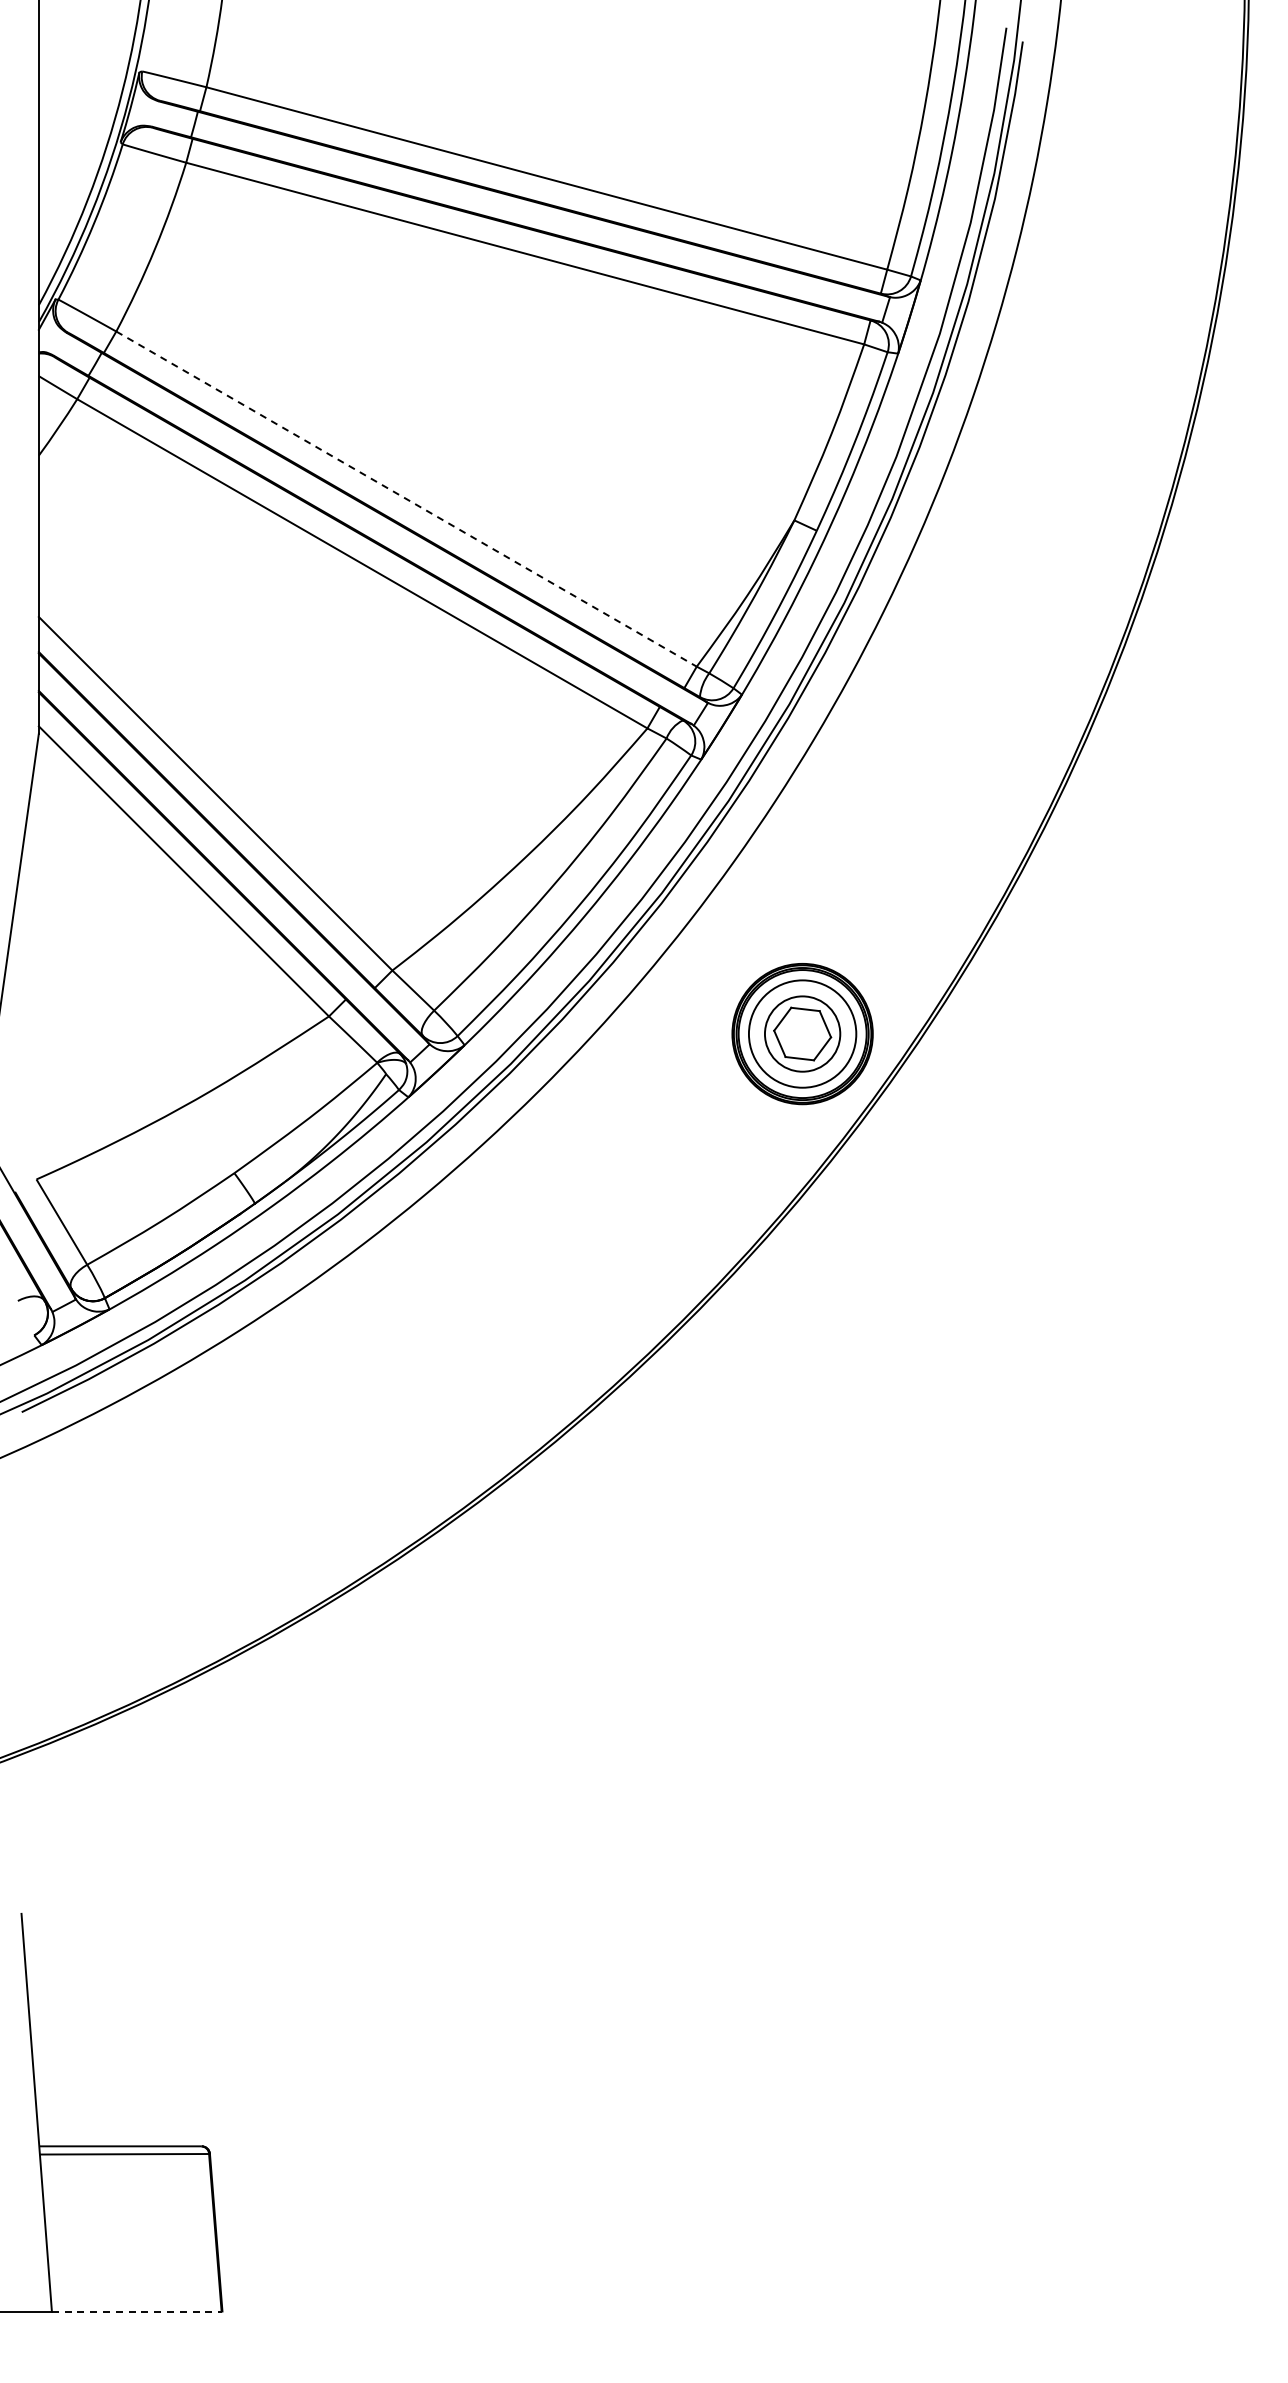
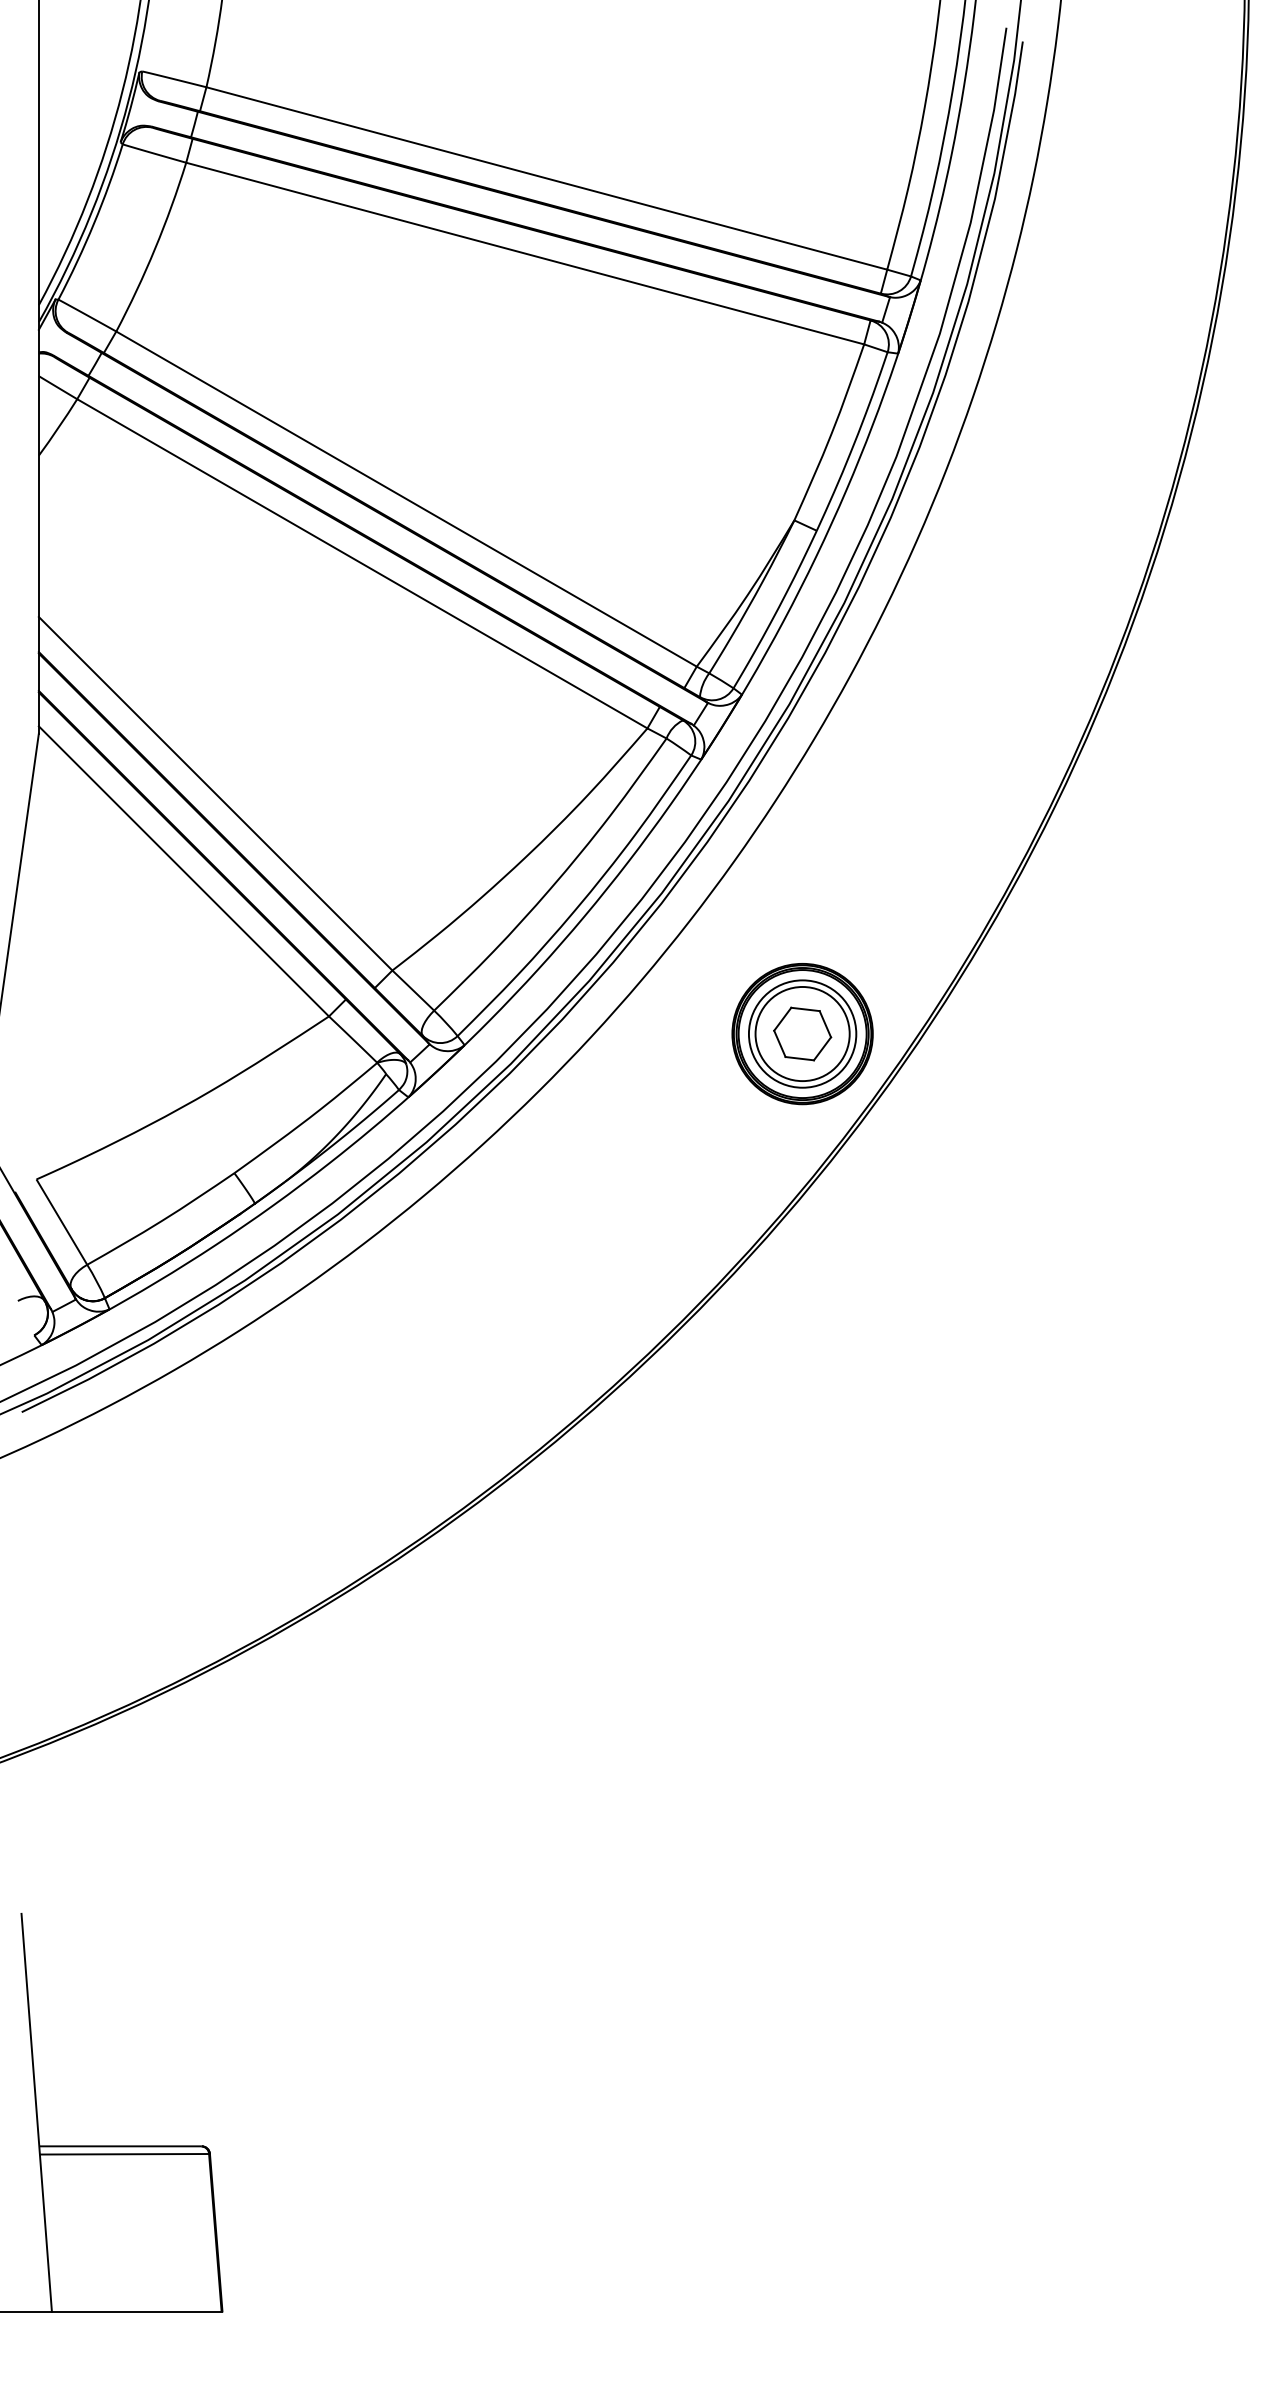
line at (406, 499): dashed -> solid
circle at (802, 1033) diameter: 75 px -> 94 px
line at (136, 2311): dashed -> solid
